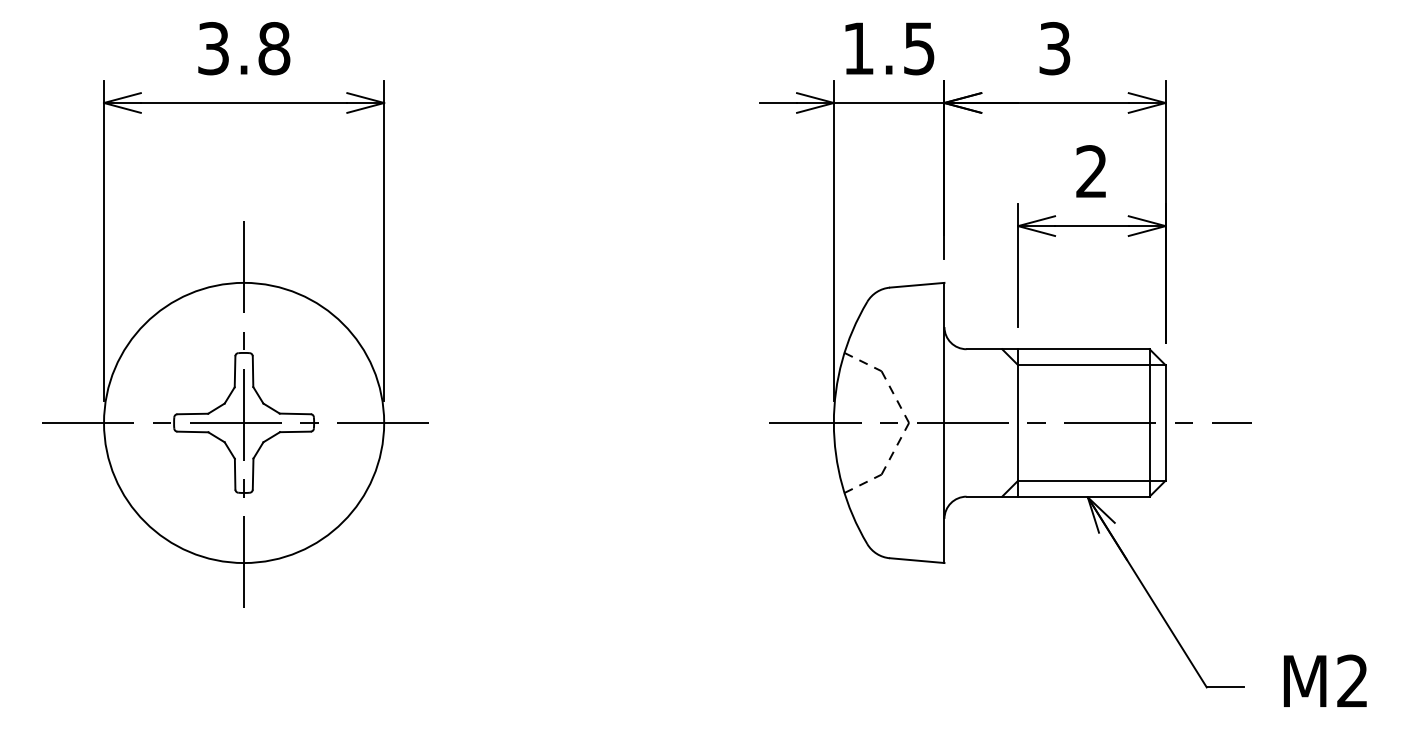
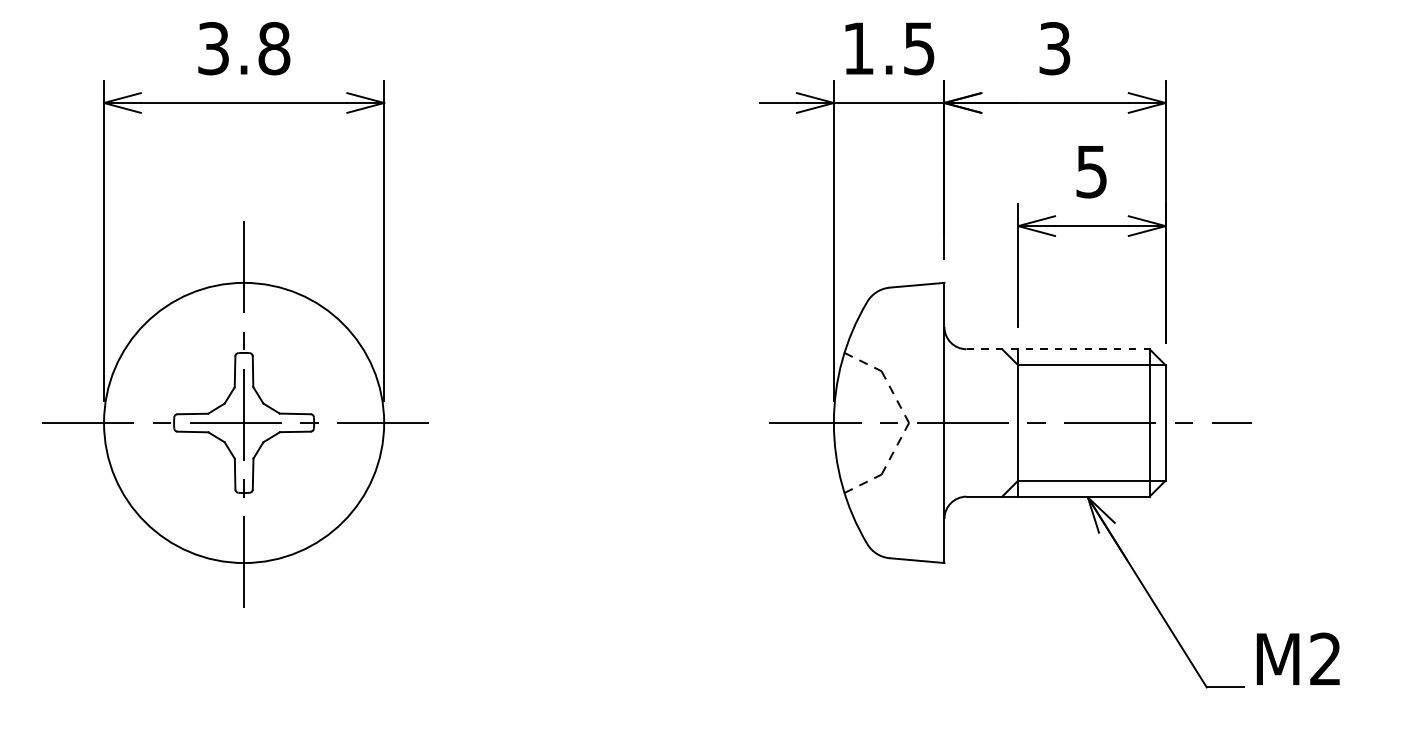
text at (1091, 171): 2 -> 5
line at (1058, 349): solid -> dashed
text at (1325, 680) position: (1325, 680) -> (1298, 658)
